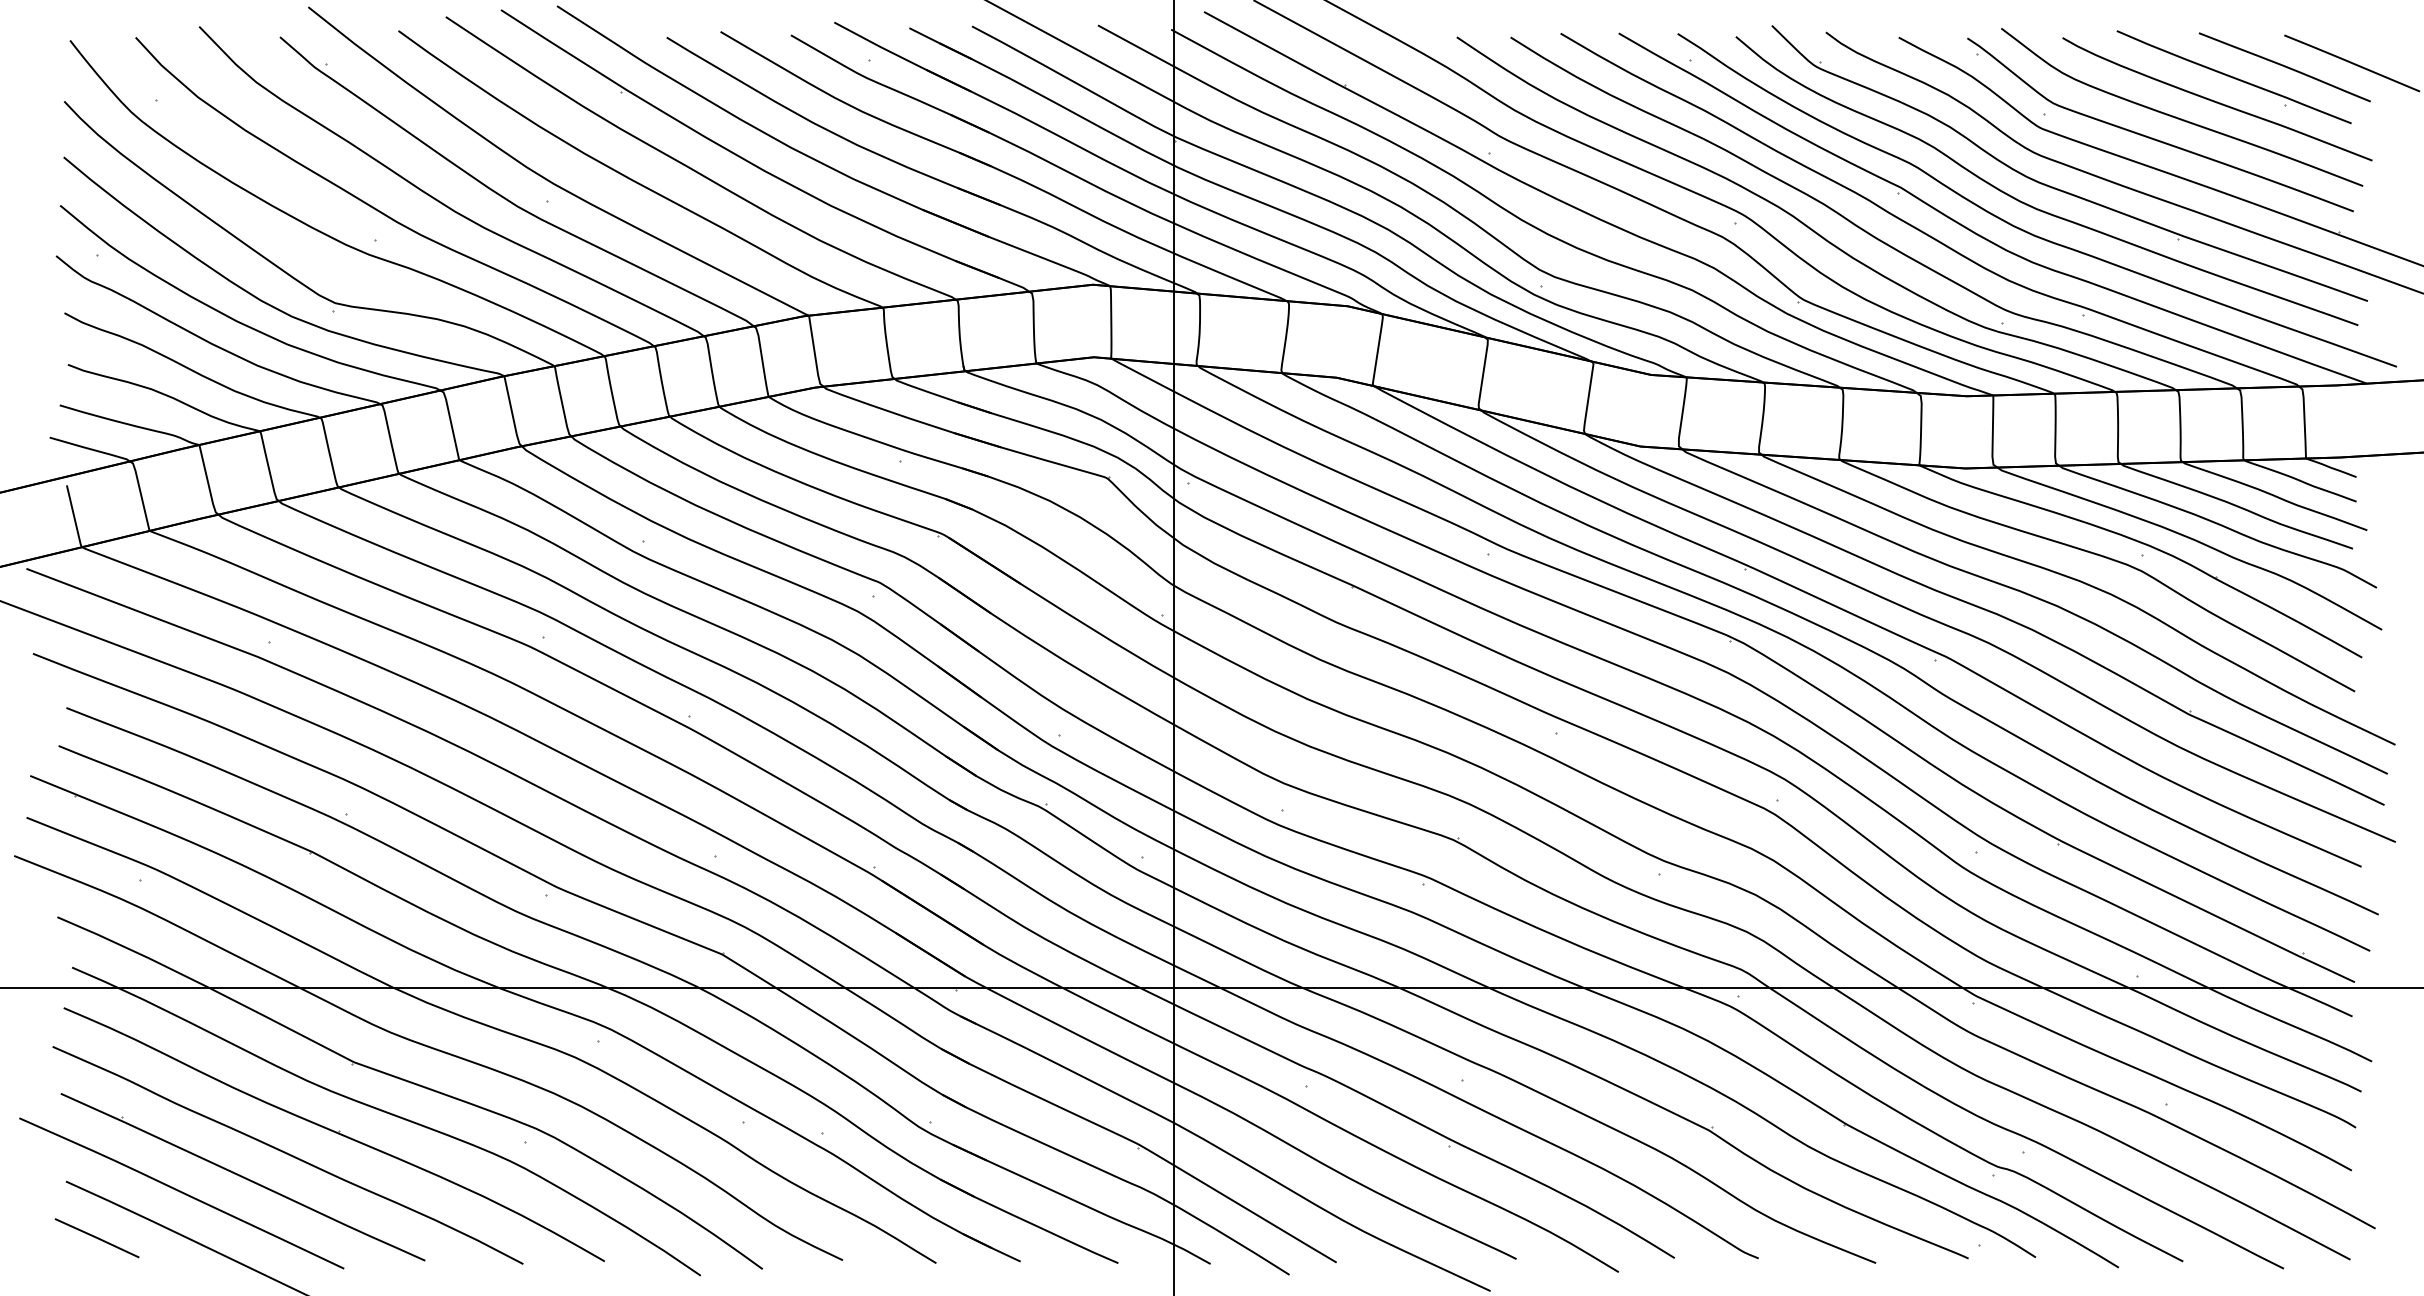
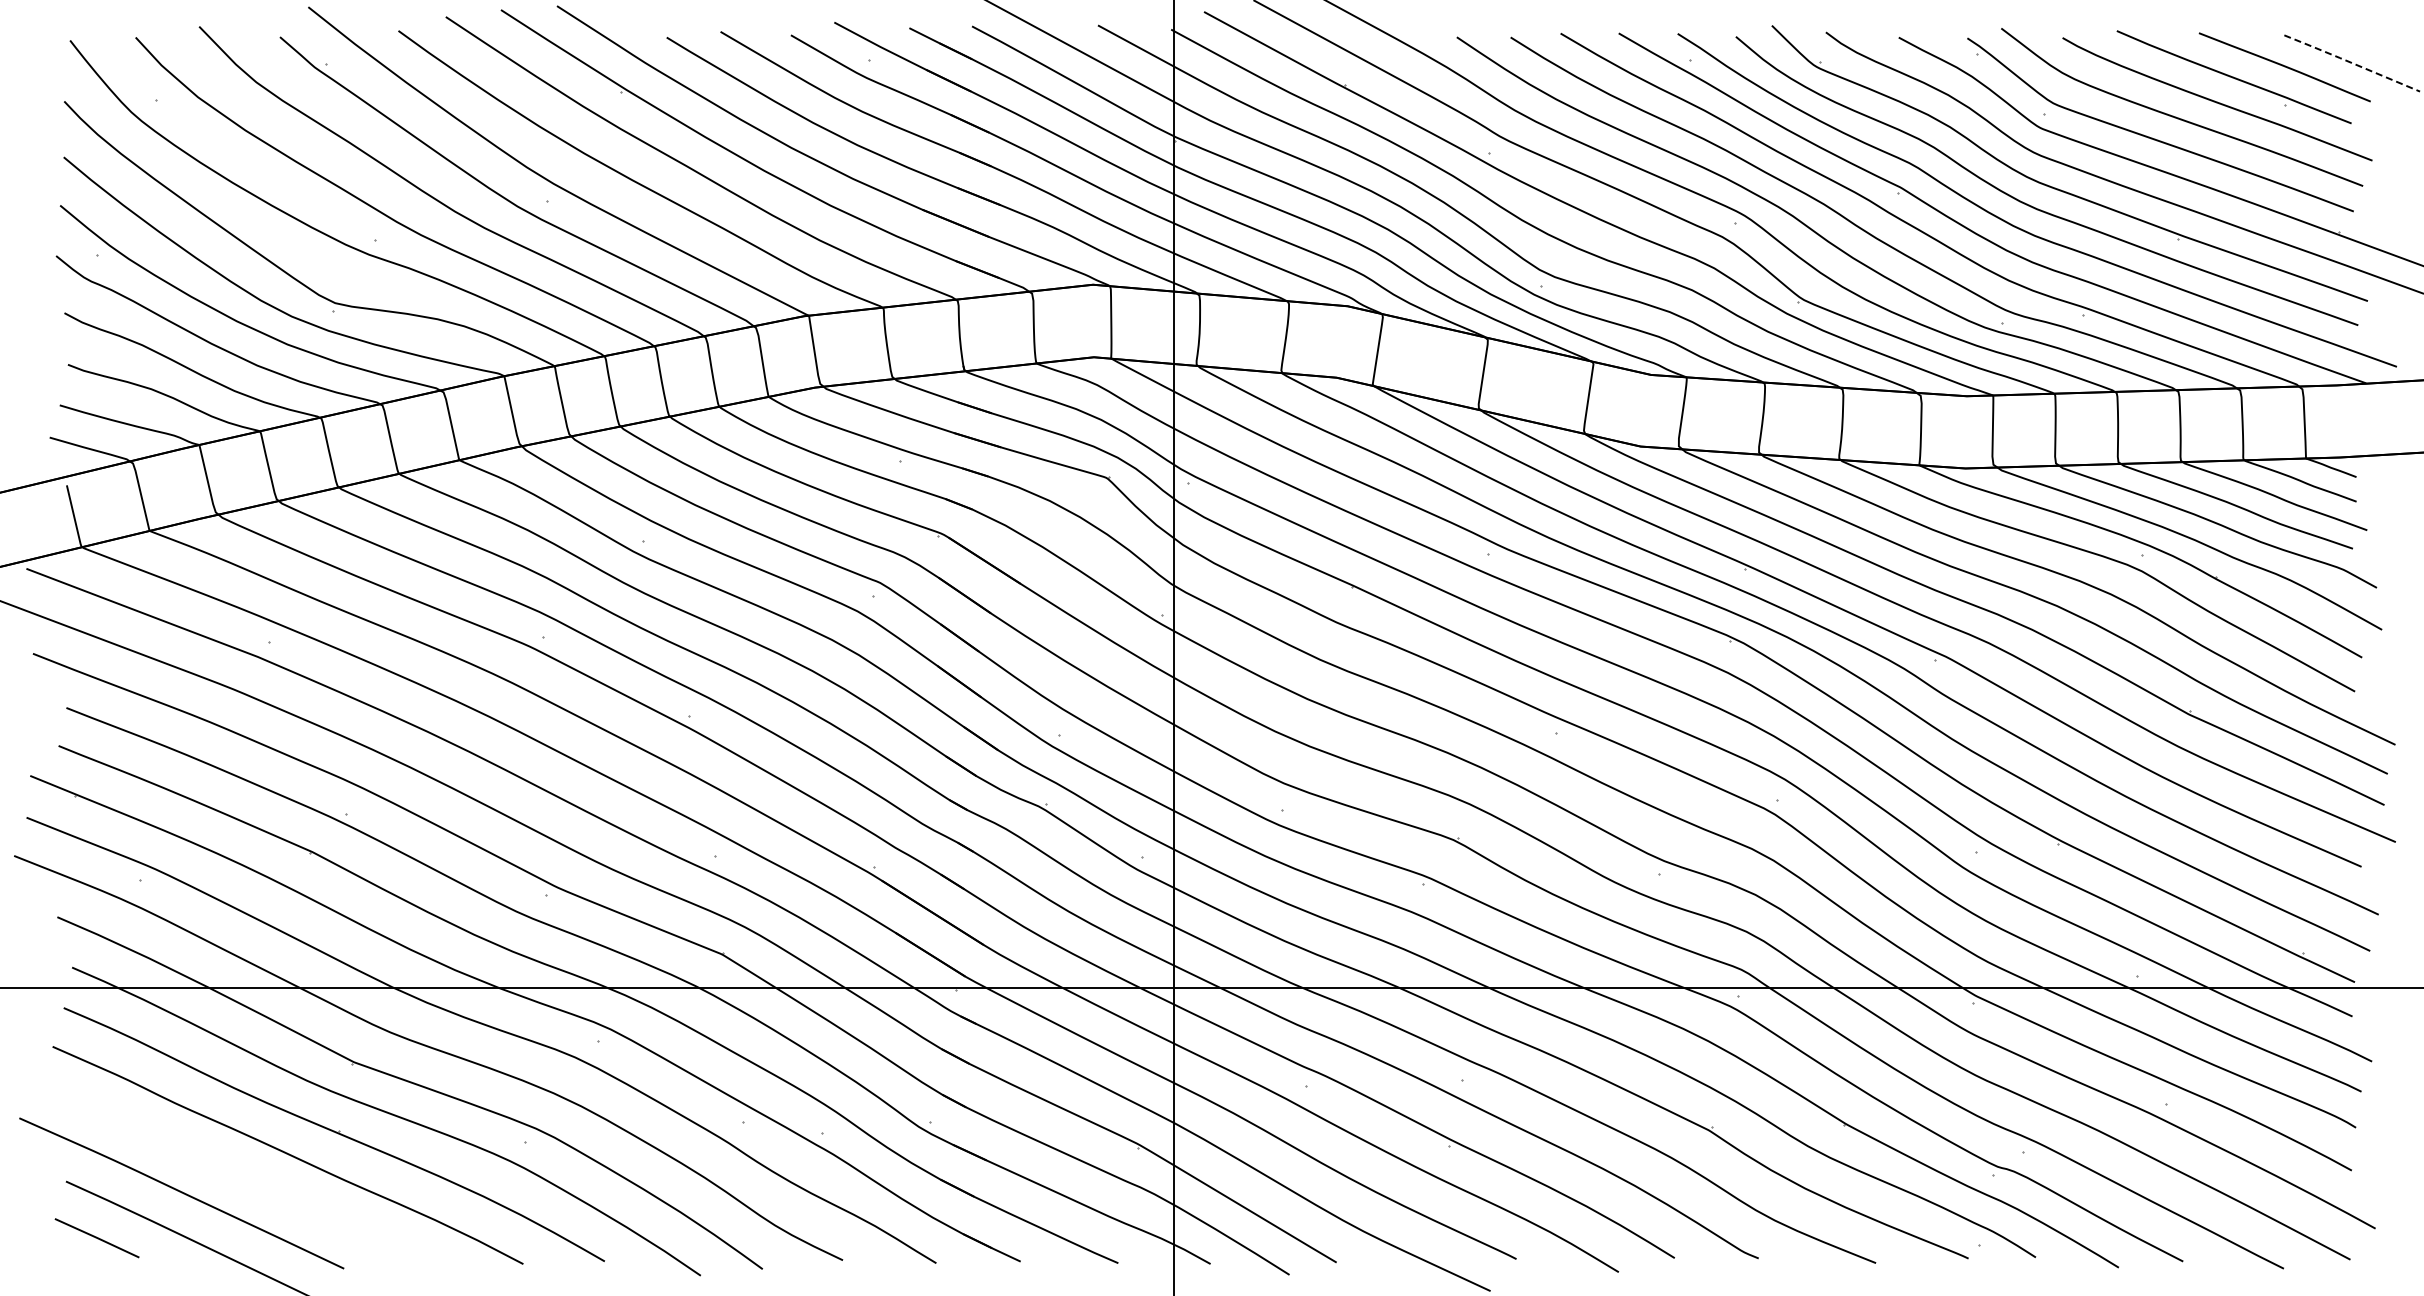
line at (2351, 62): solid -> dashed
part at (242, 1177): present -> none
